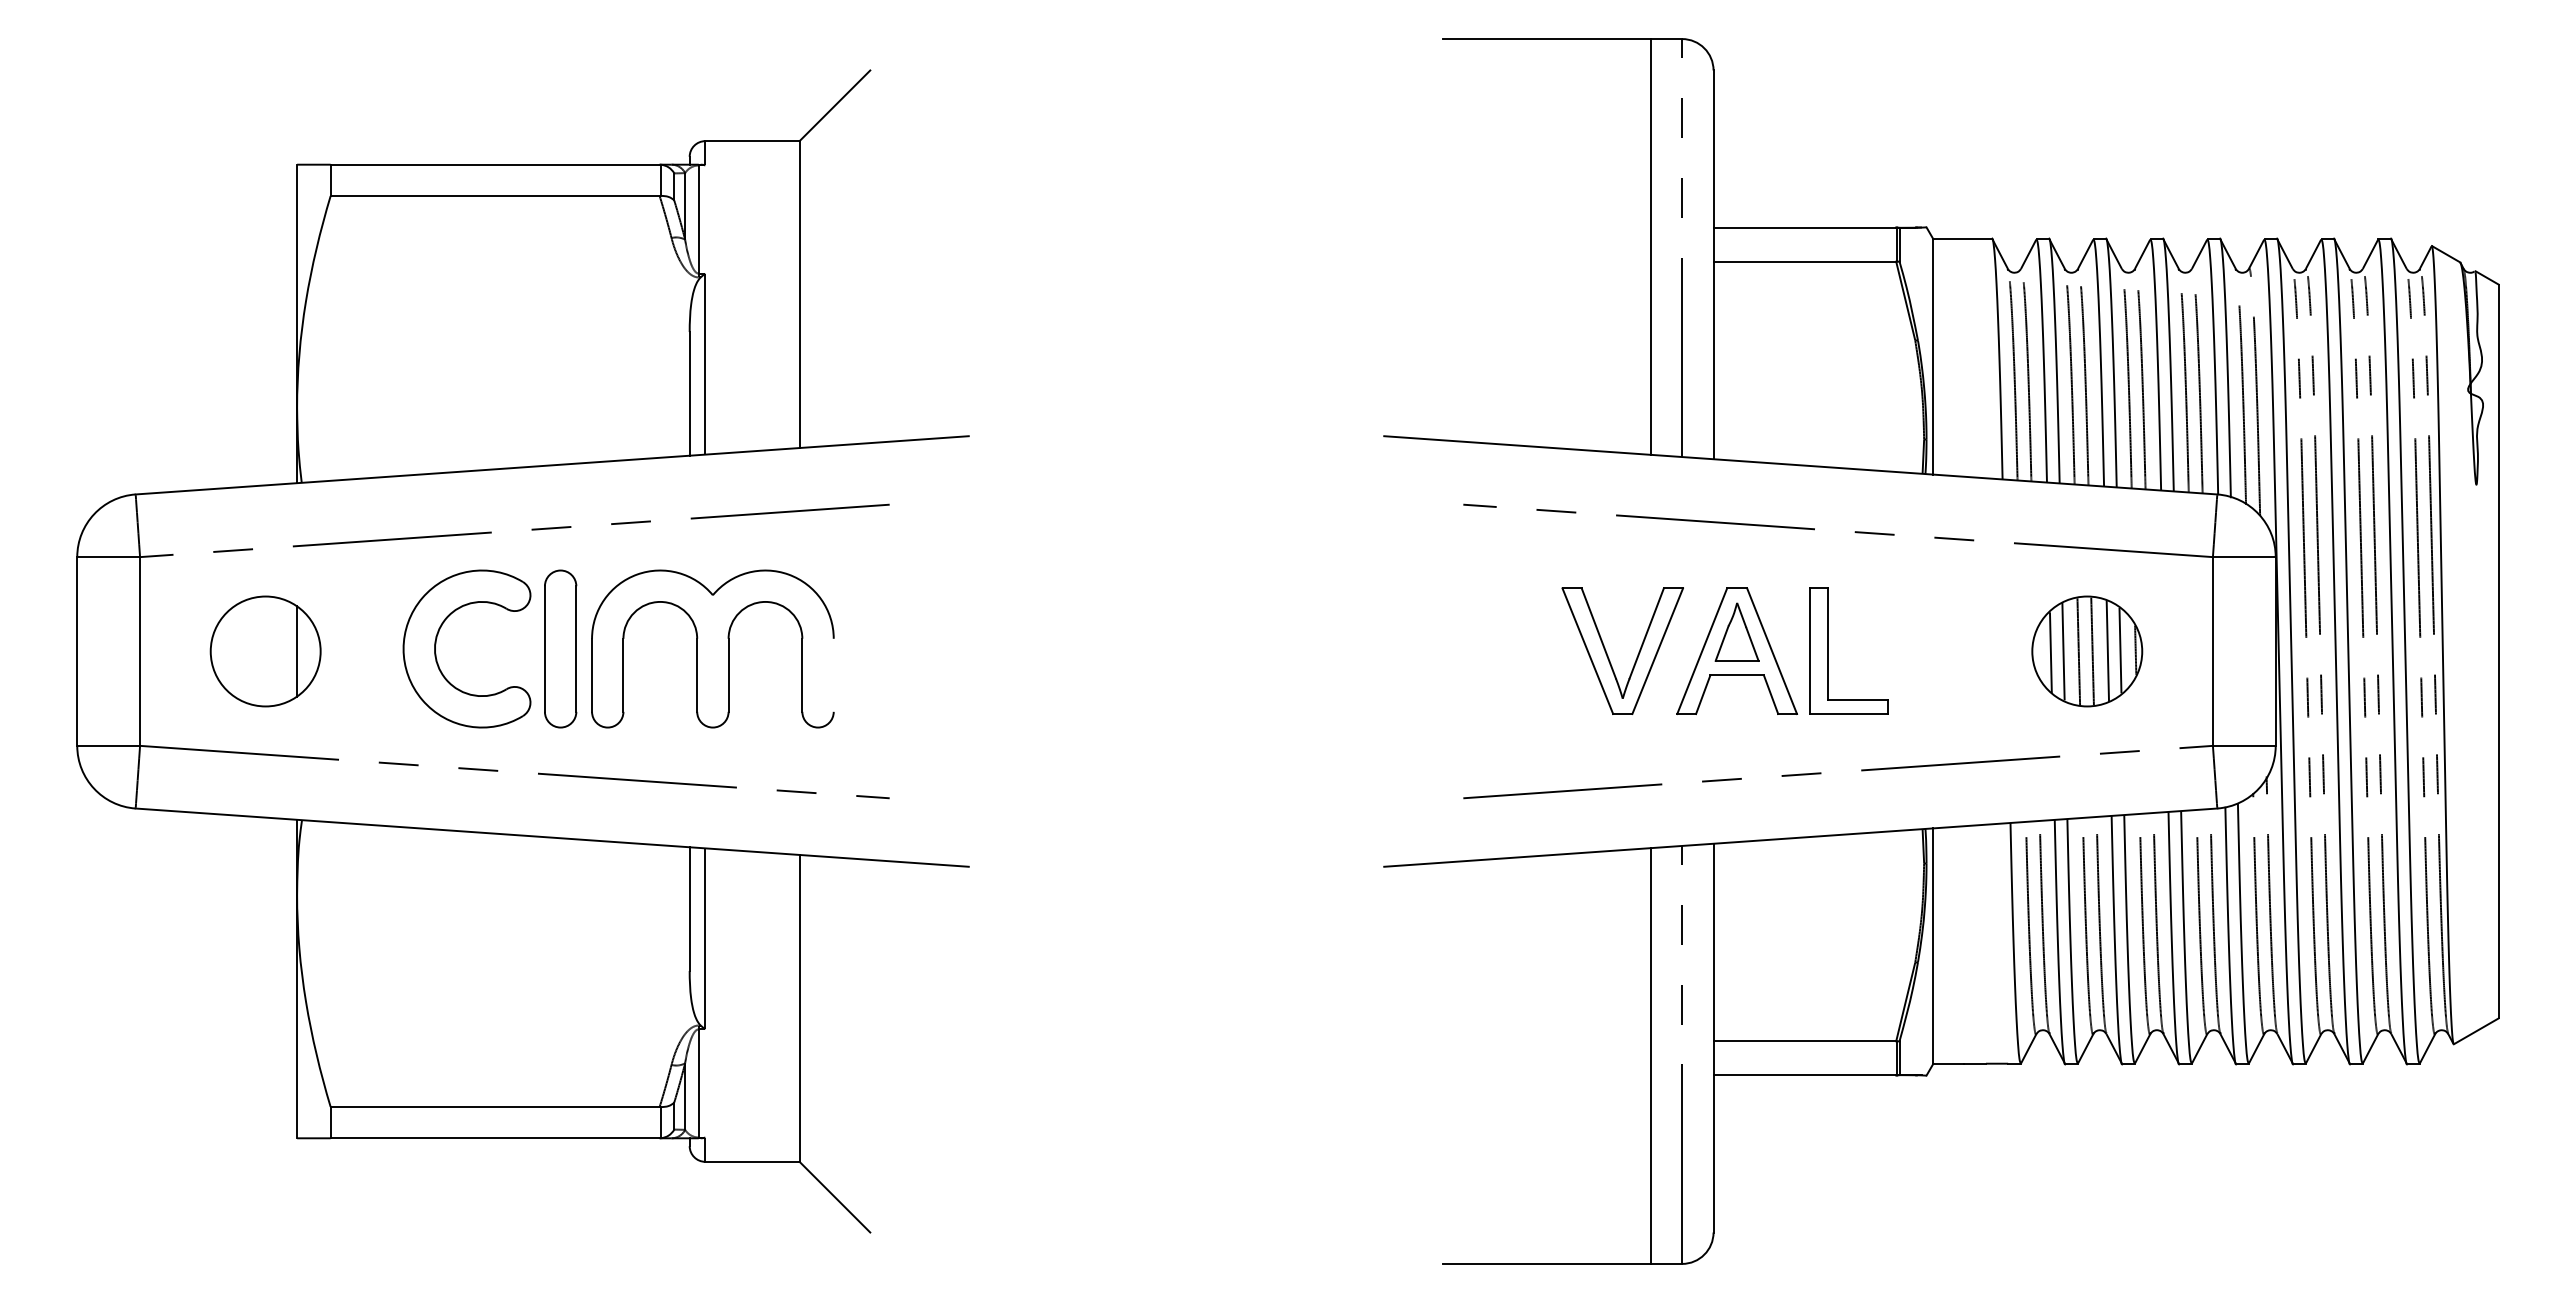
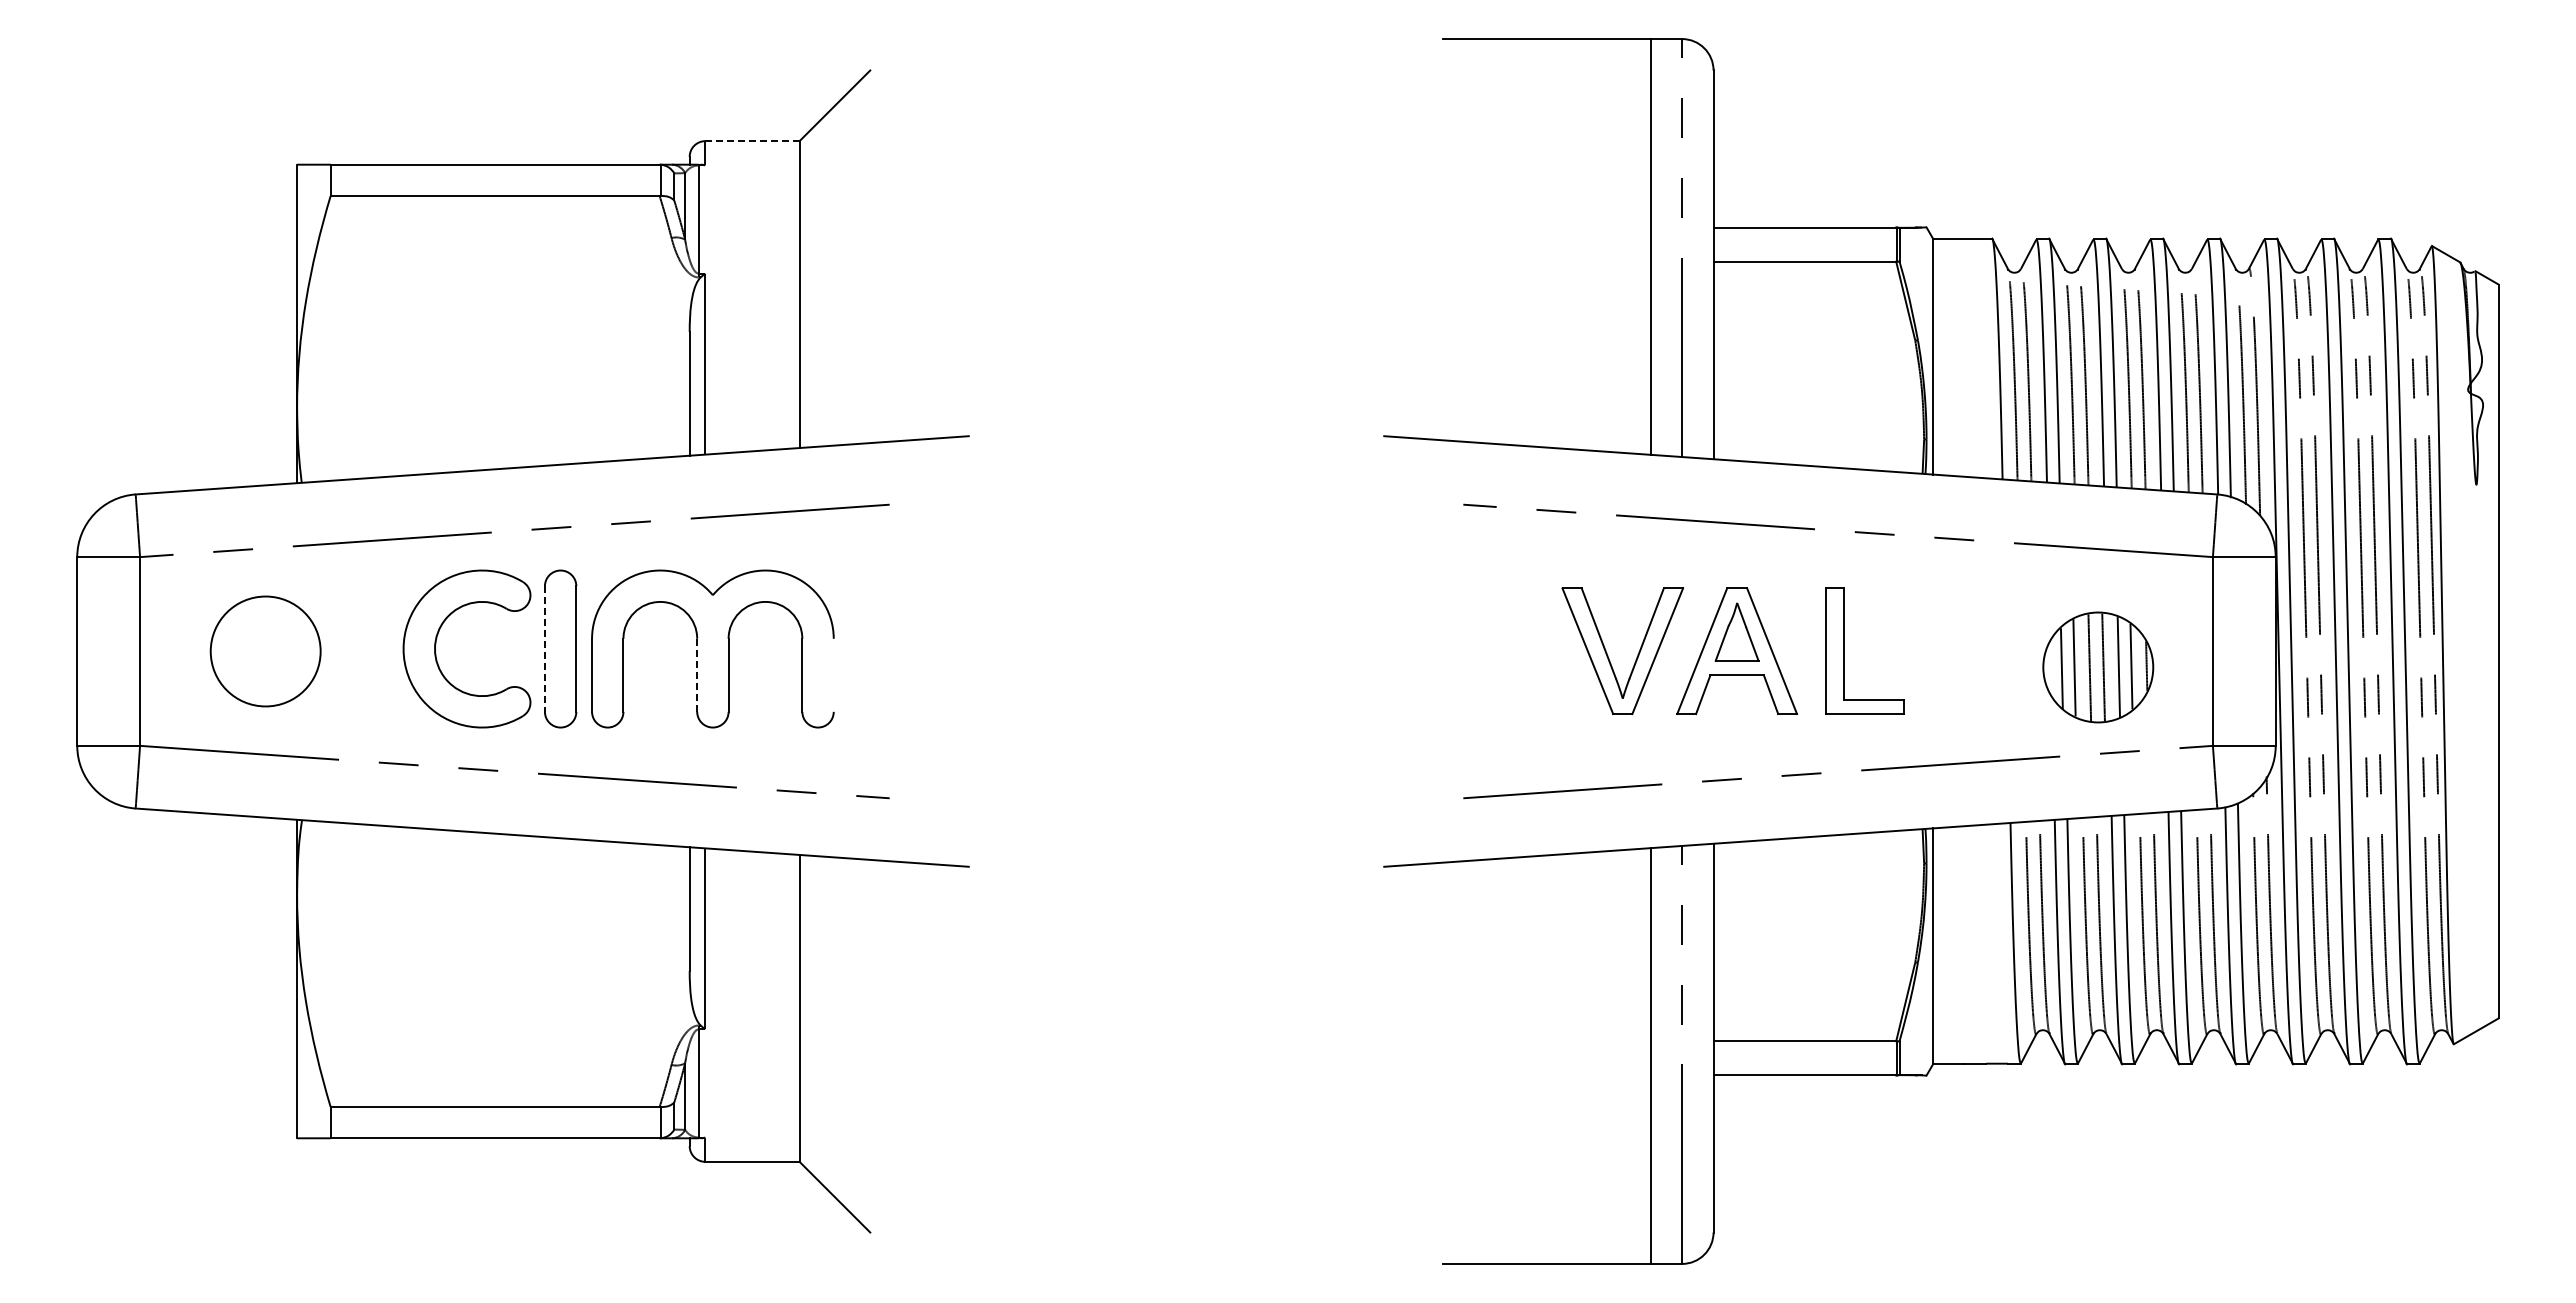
line at (752, 141): solid -> dashed
line at (544, 649): solid -> dashed
part at (1828, 650) position: (1828, 650) -> (1844, 650)
line at (297, 651): present -> none
part at (2087, 651) position: (2087, 651) -> (2098, 667)
line at (697, 675): solid -> dashed
